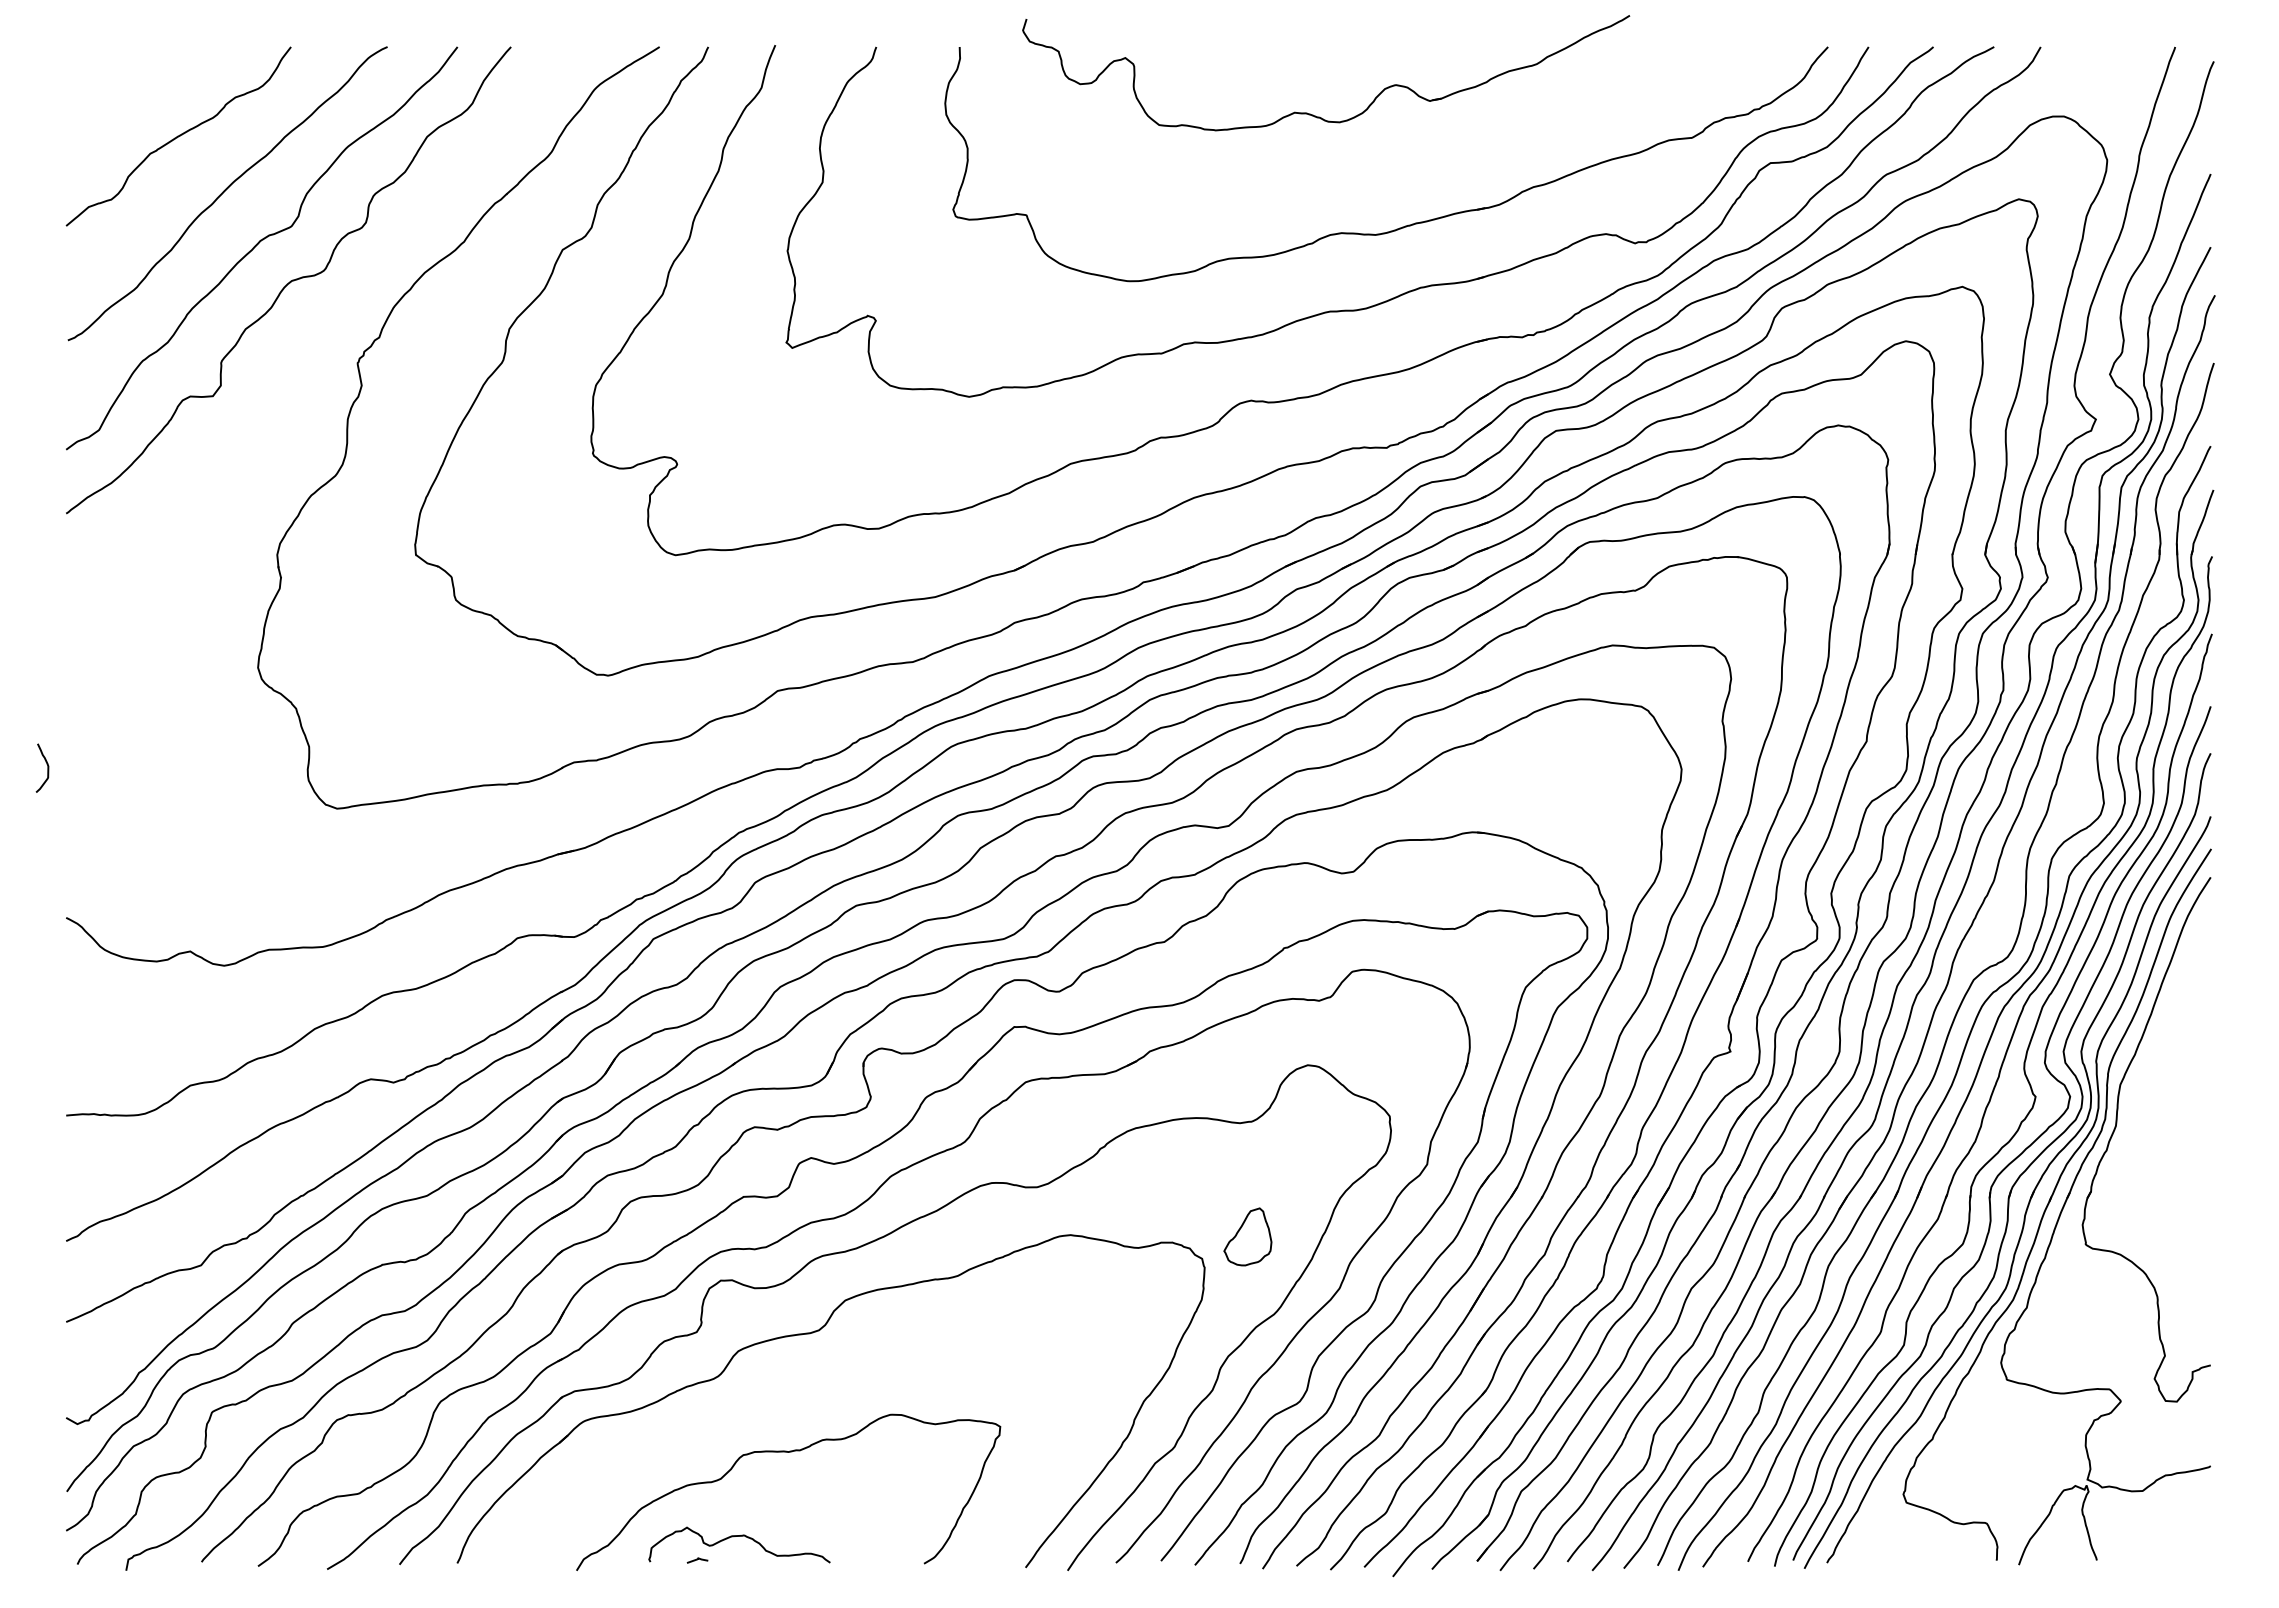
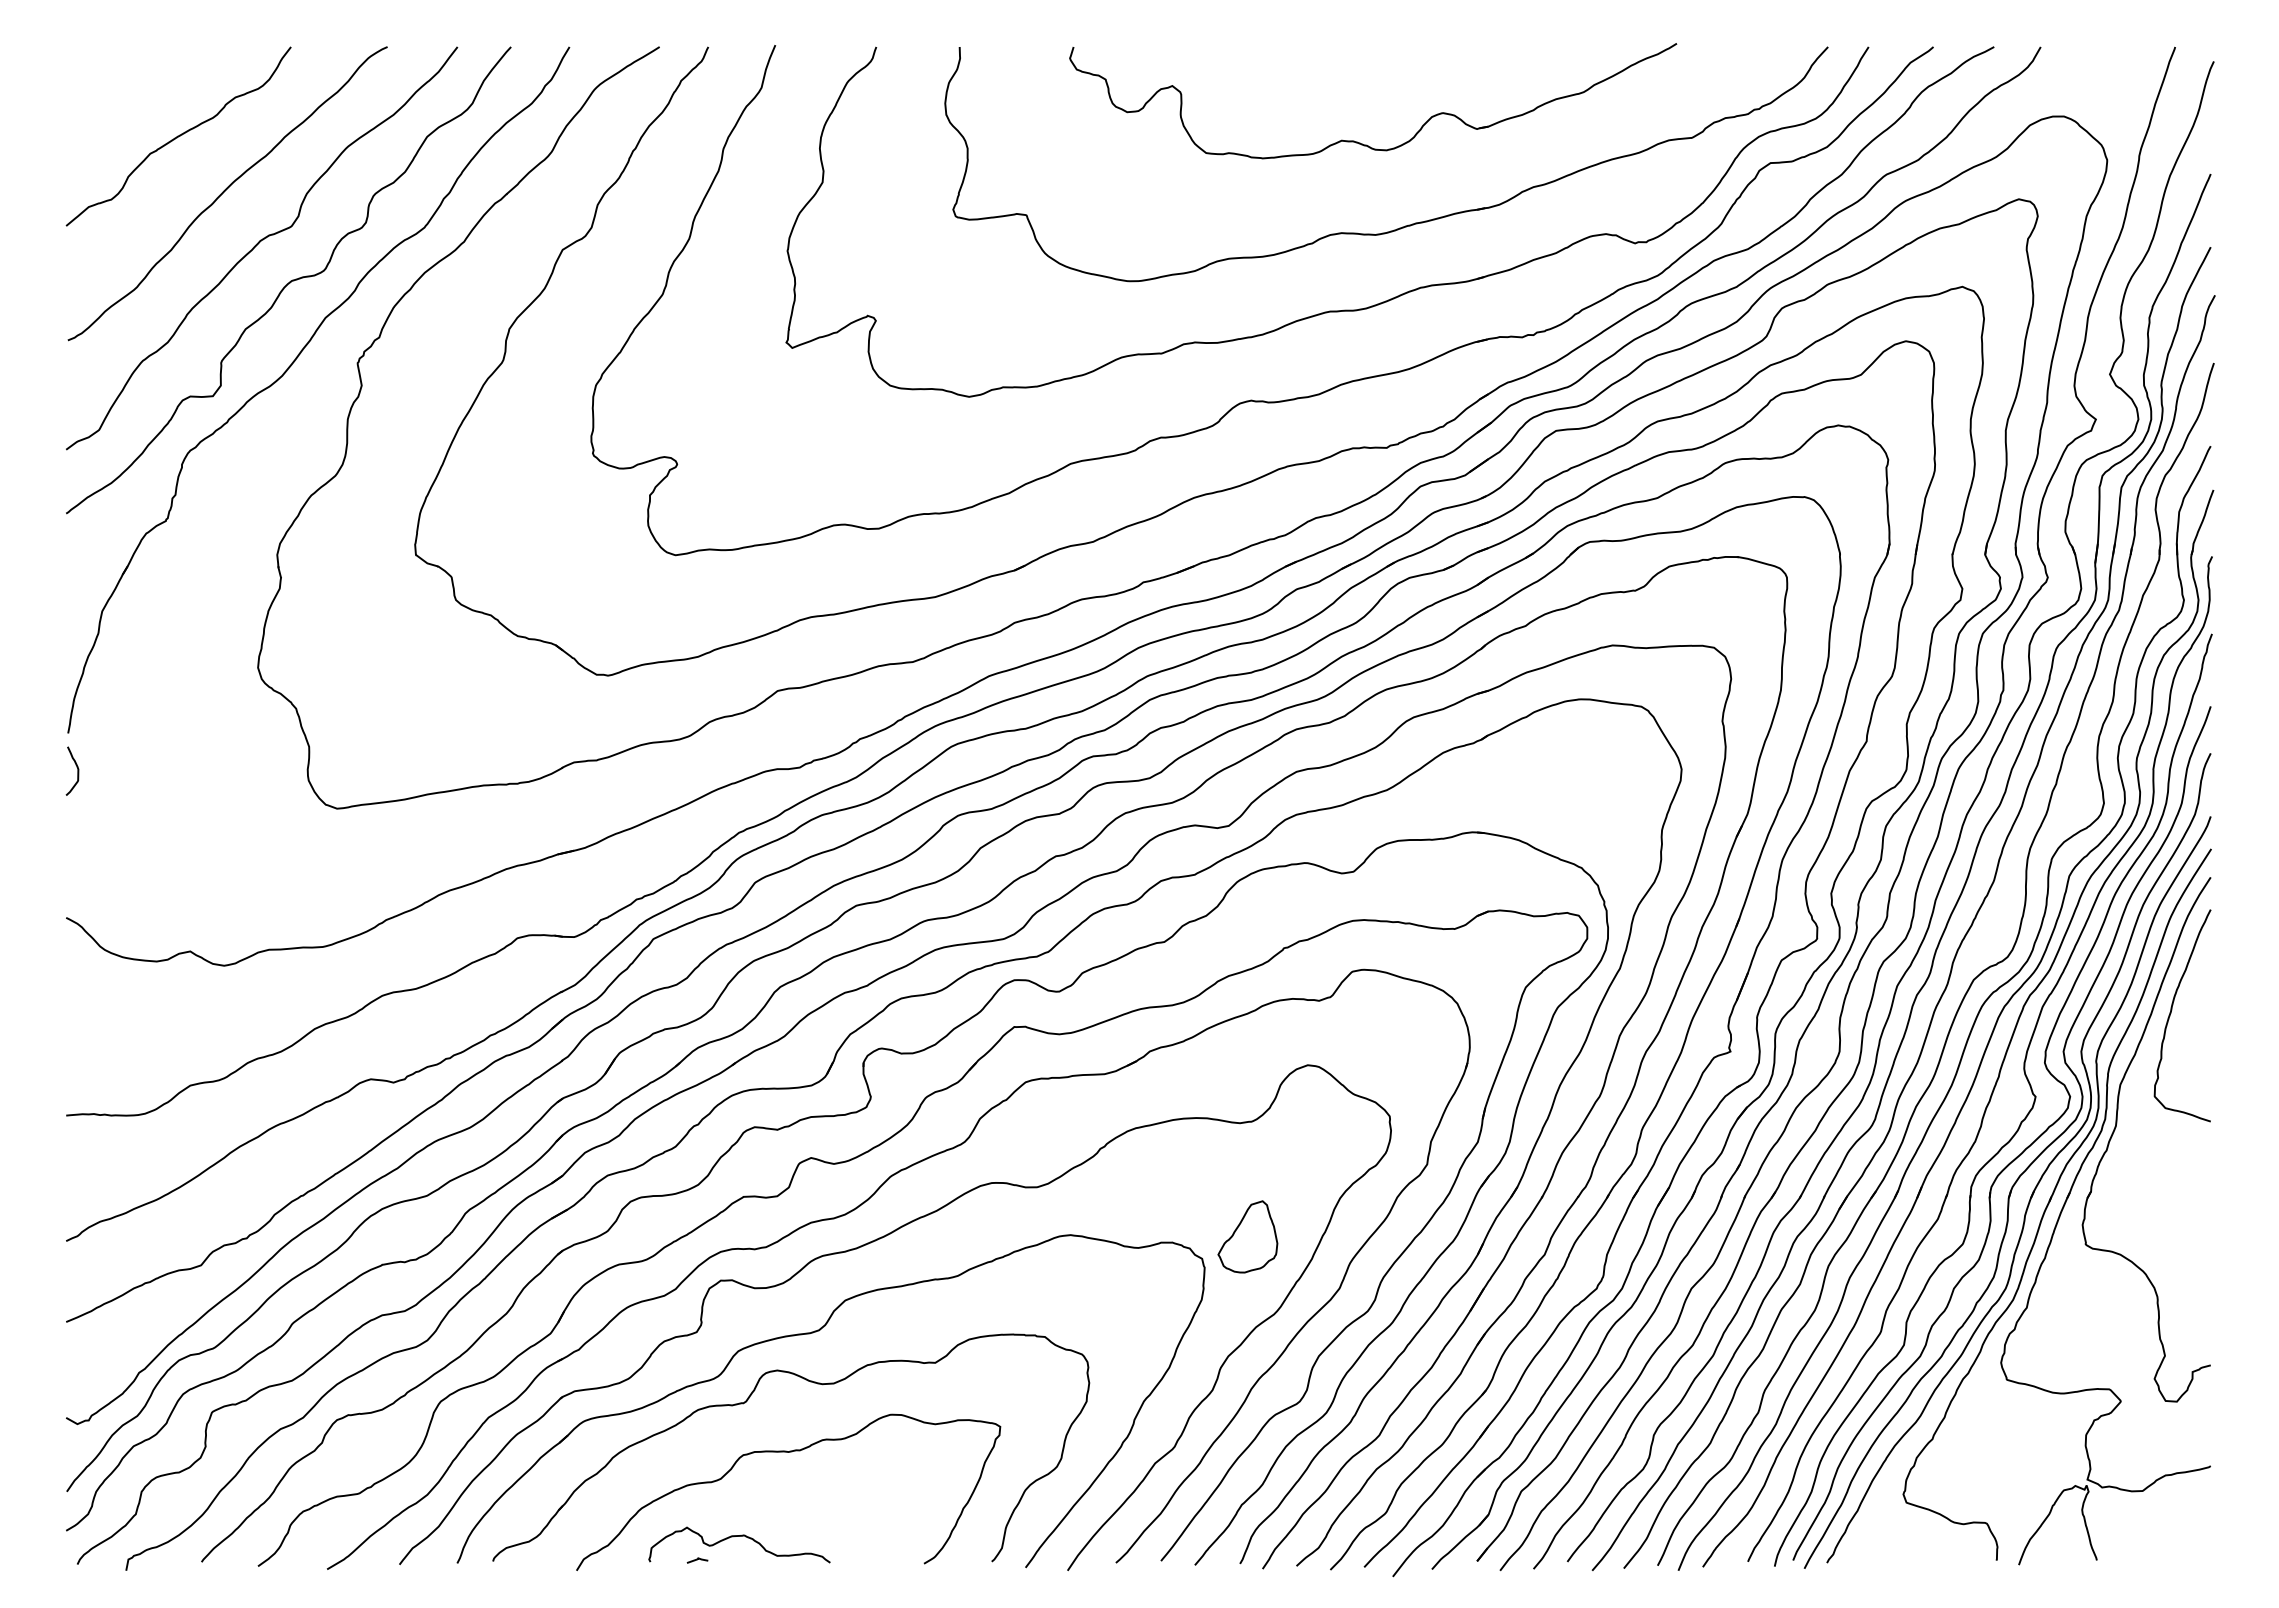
part at (1313, 114) position: (1313, 114) -> (1360, 142)
part at (292, 365): none -> present
curve at (46, 764) position: (46, 764) -> (76, 767)
curve at (2172, 1010): none -> present
part at (1247, 1236) size: 50x60 px -> 62x74 px
part at (746, 1402): none -> present
